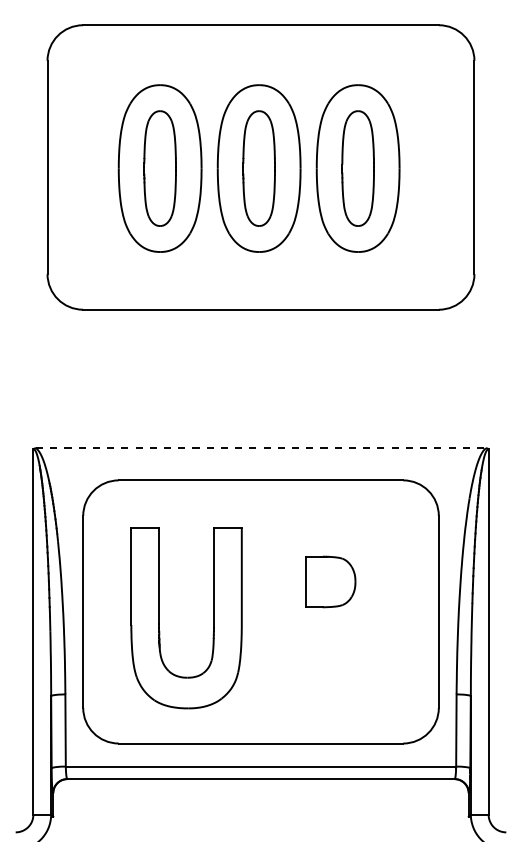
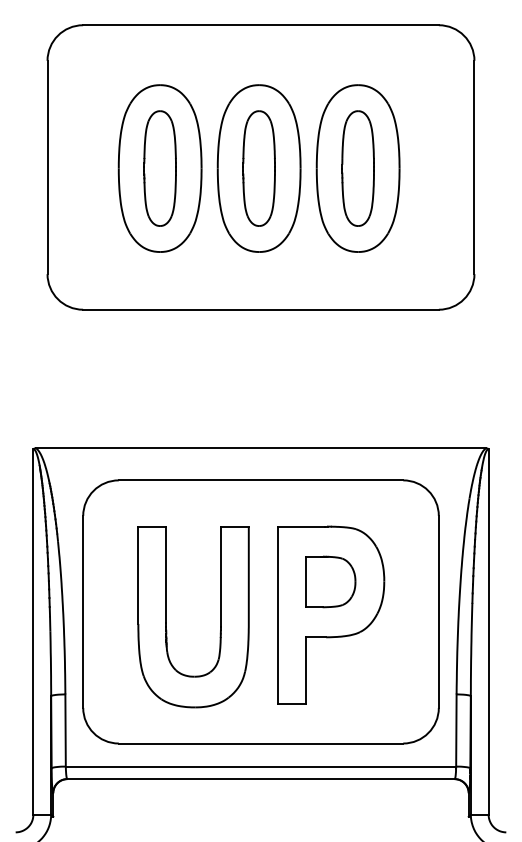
line at (261, 448): dashed -> solid
part at (331, 614): none -> present
part at (159, 618) position: (159, 618) -> (166, 617)
